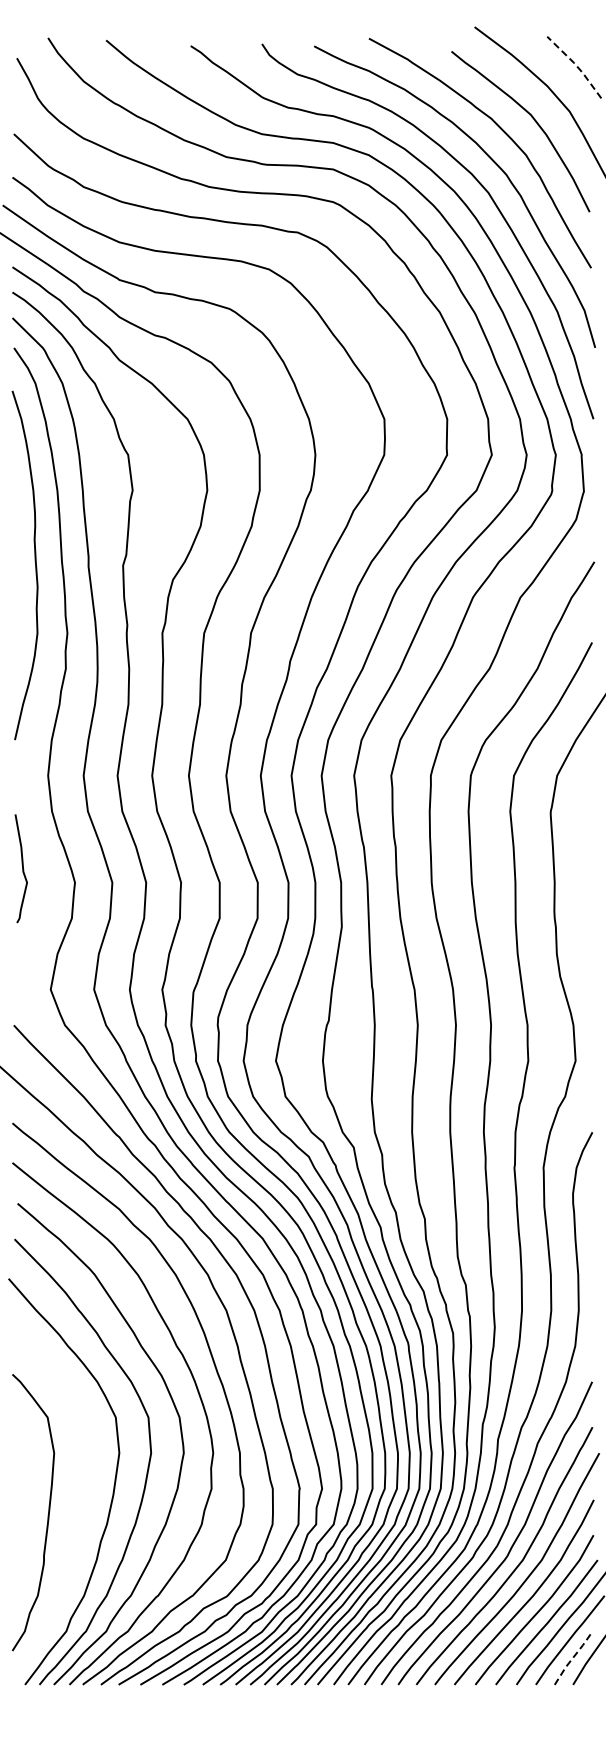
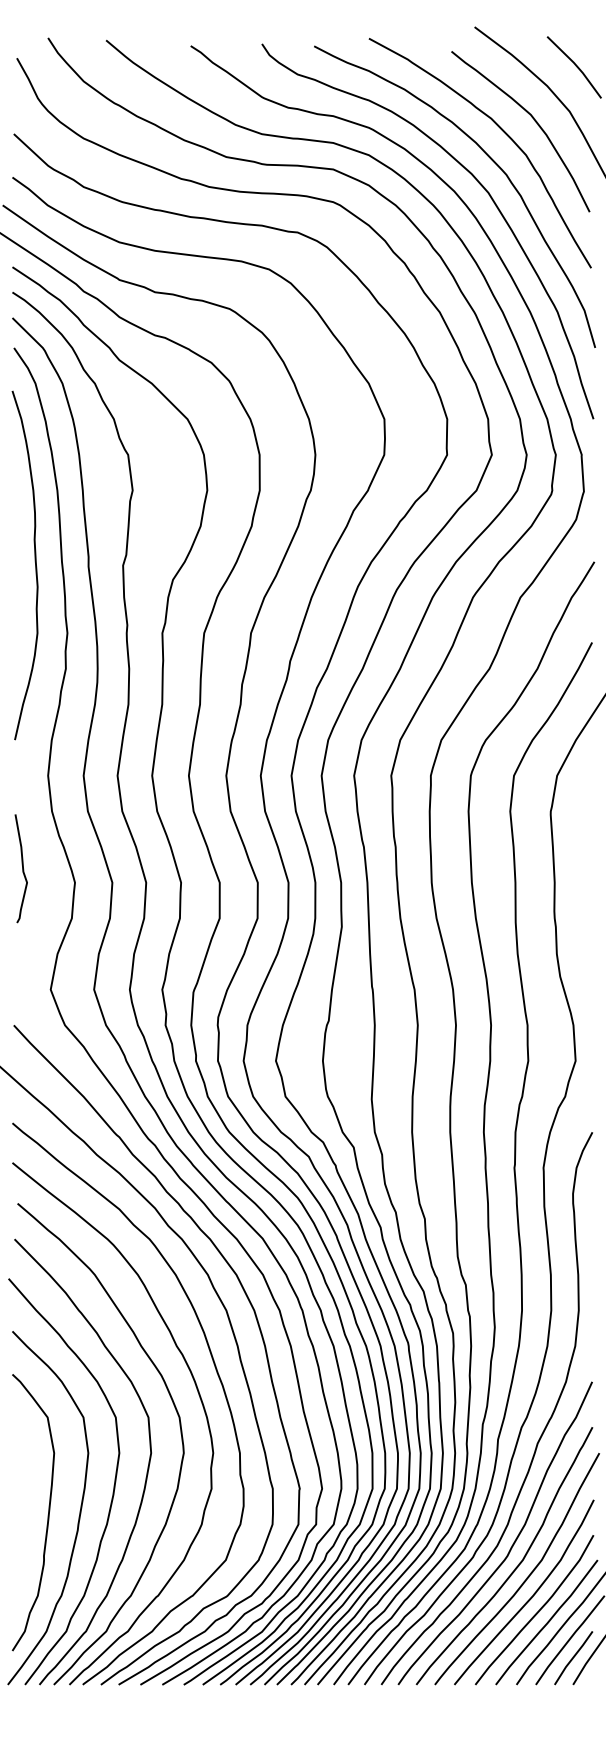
line at (576, 65): dashed -> solid
curve at (78, 1516): none -> present
line at (573, 1657): dashed -> solid
